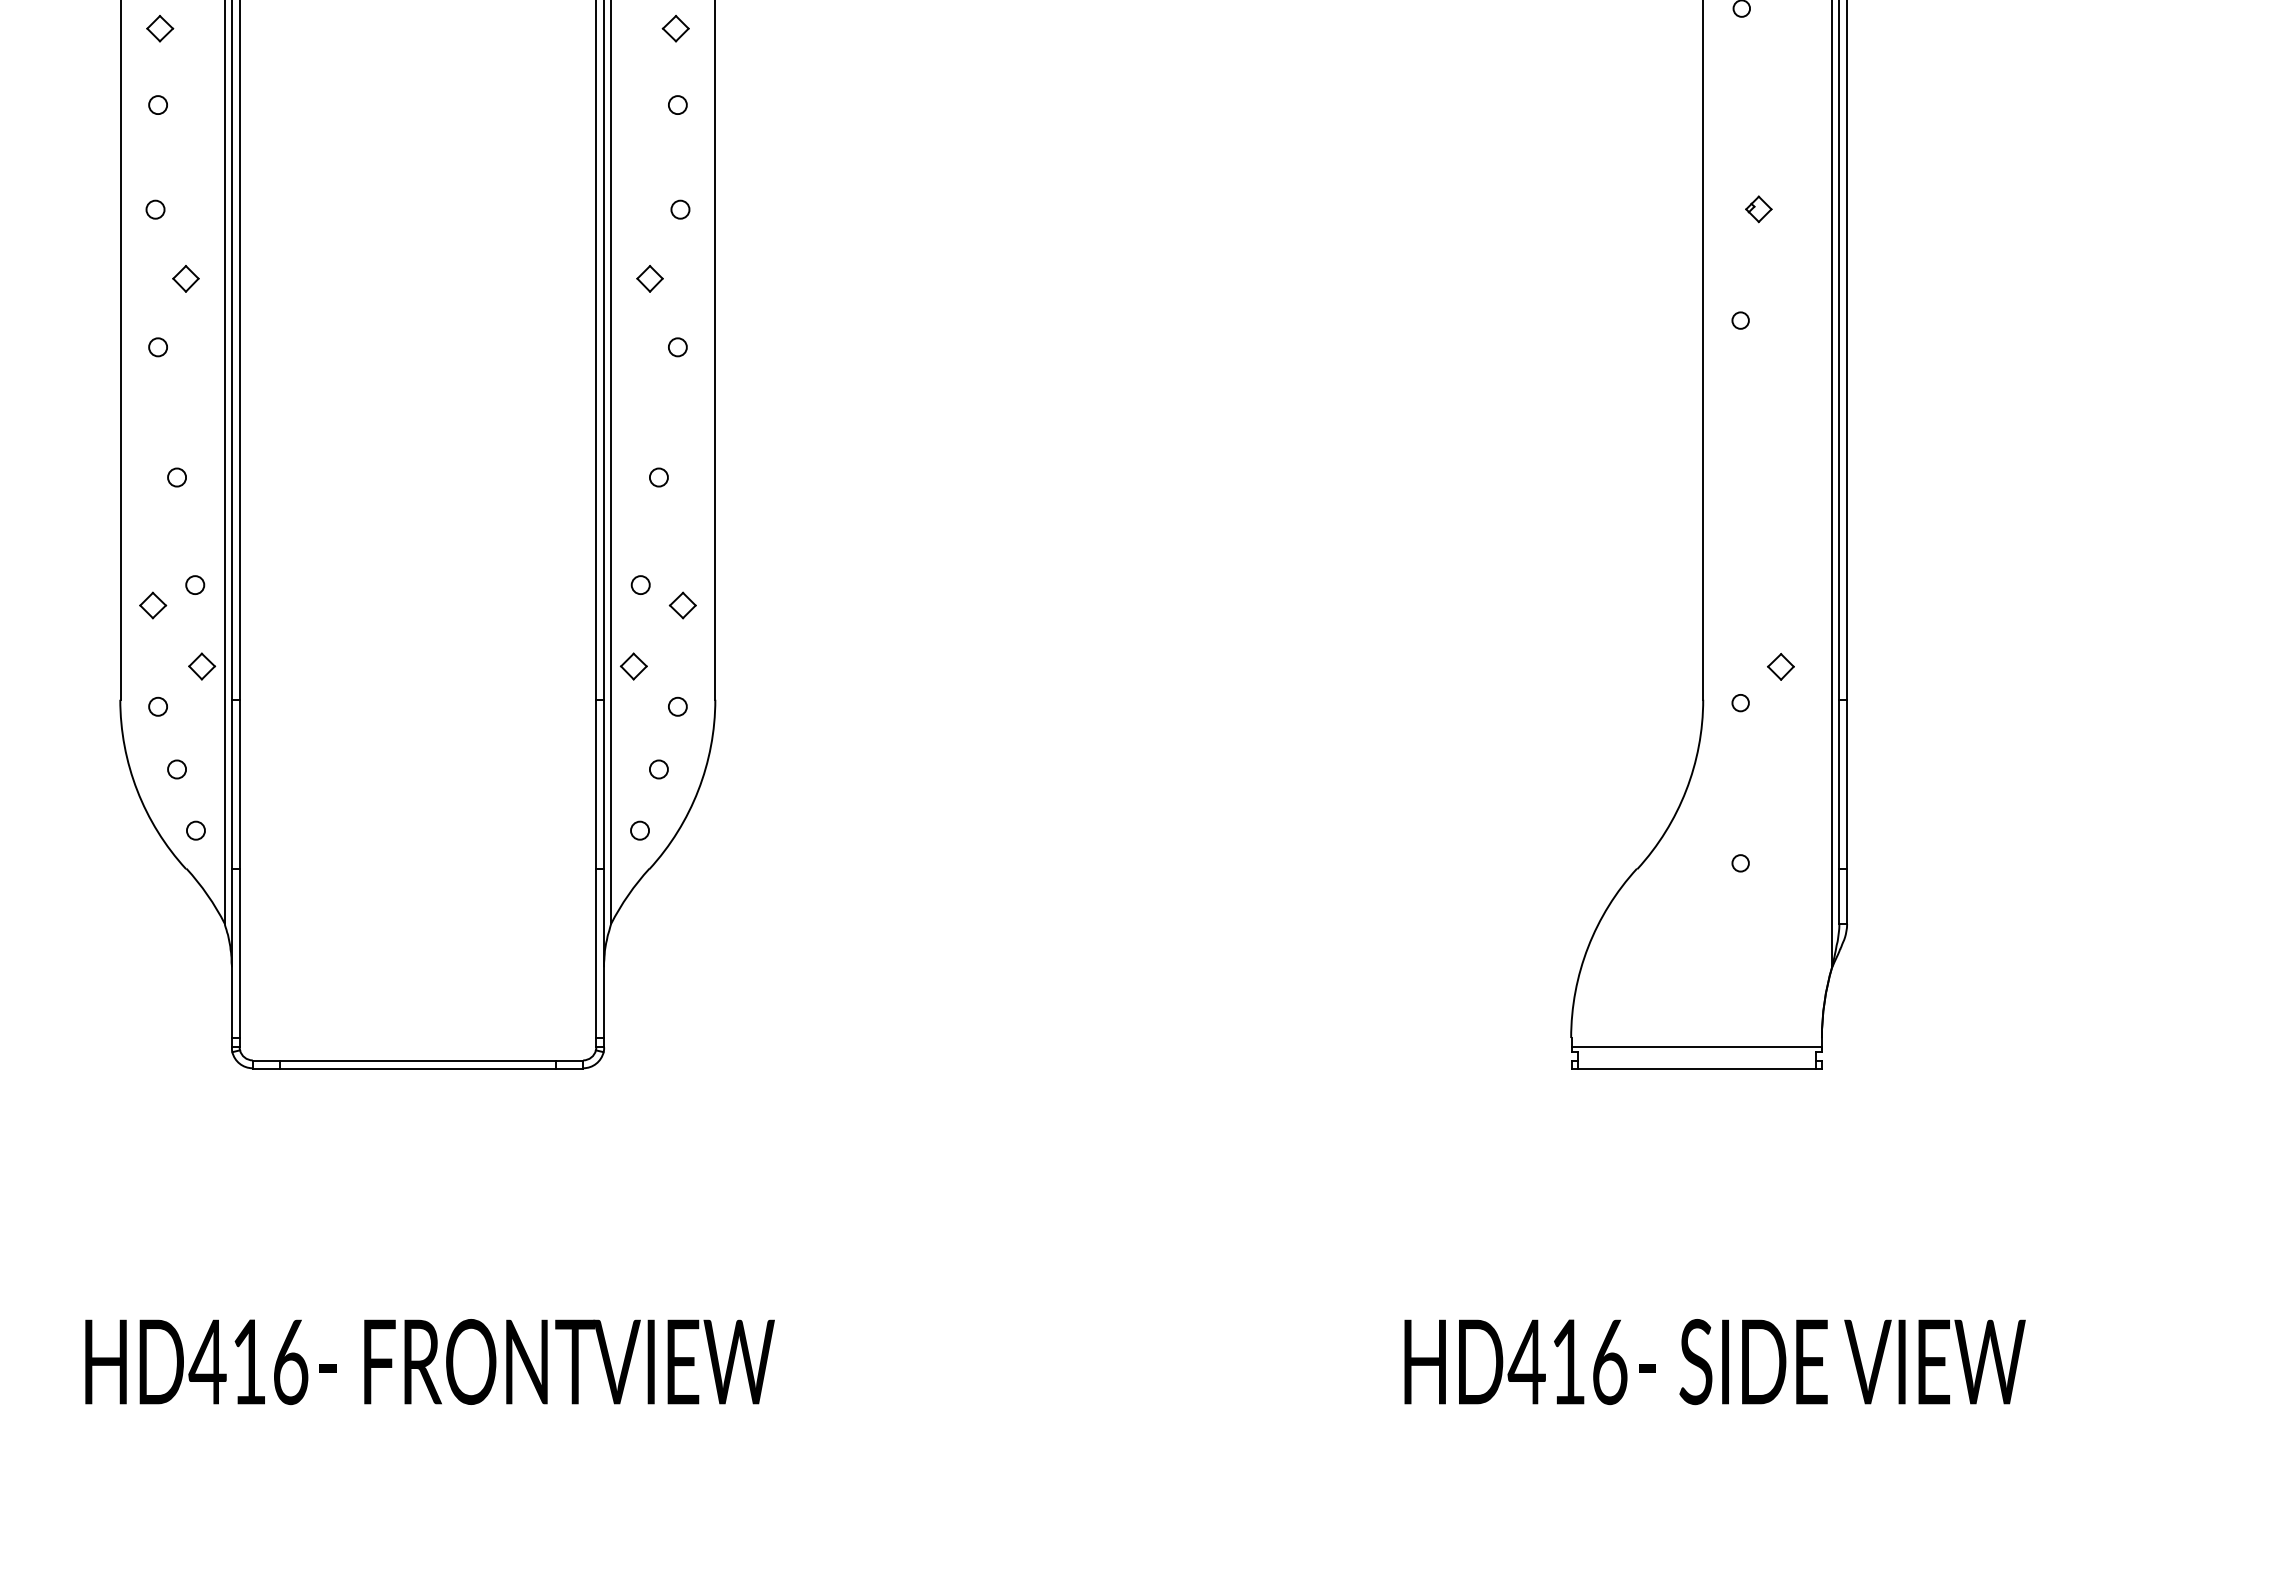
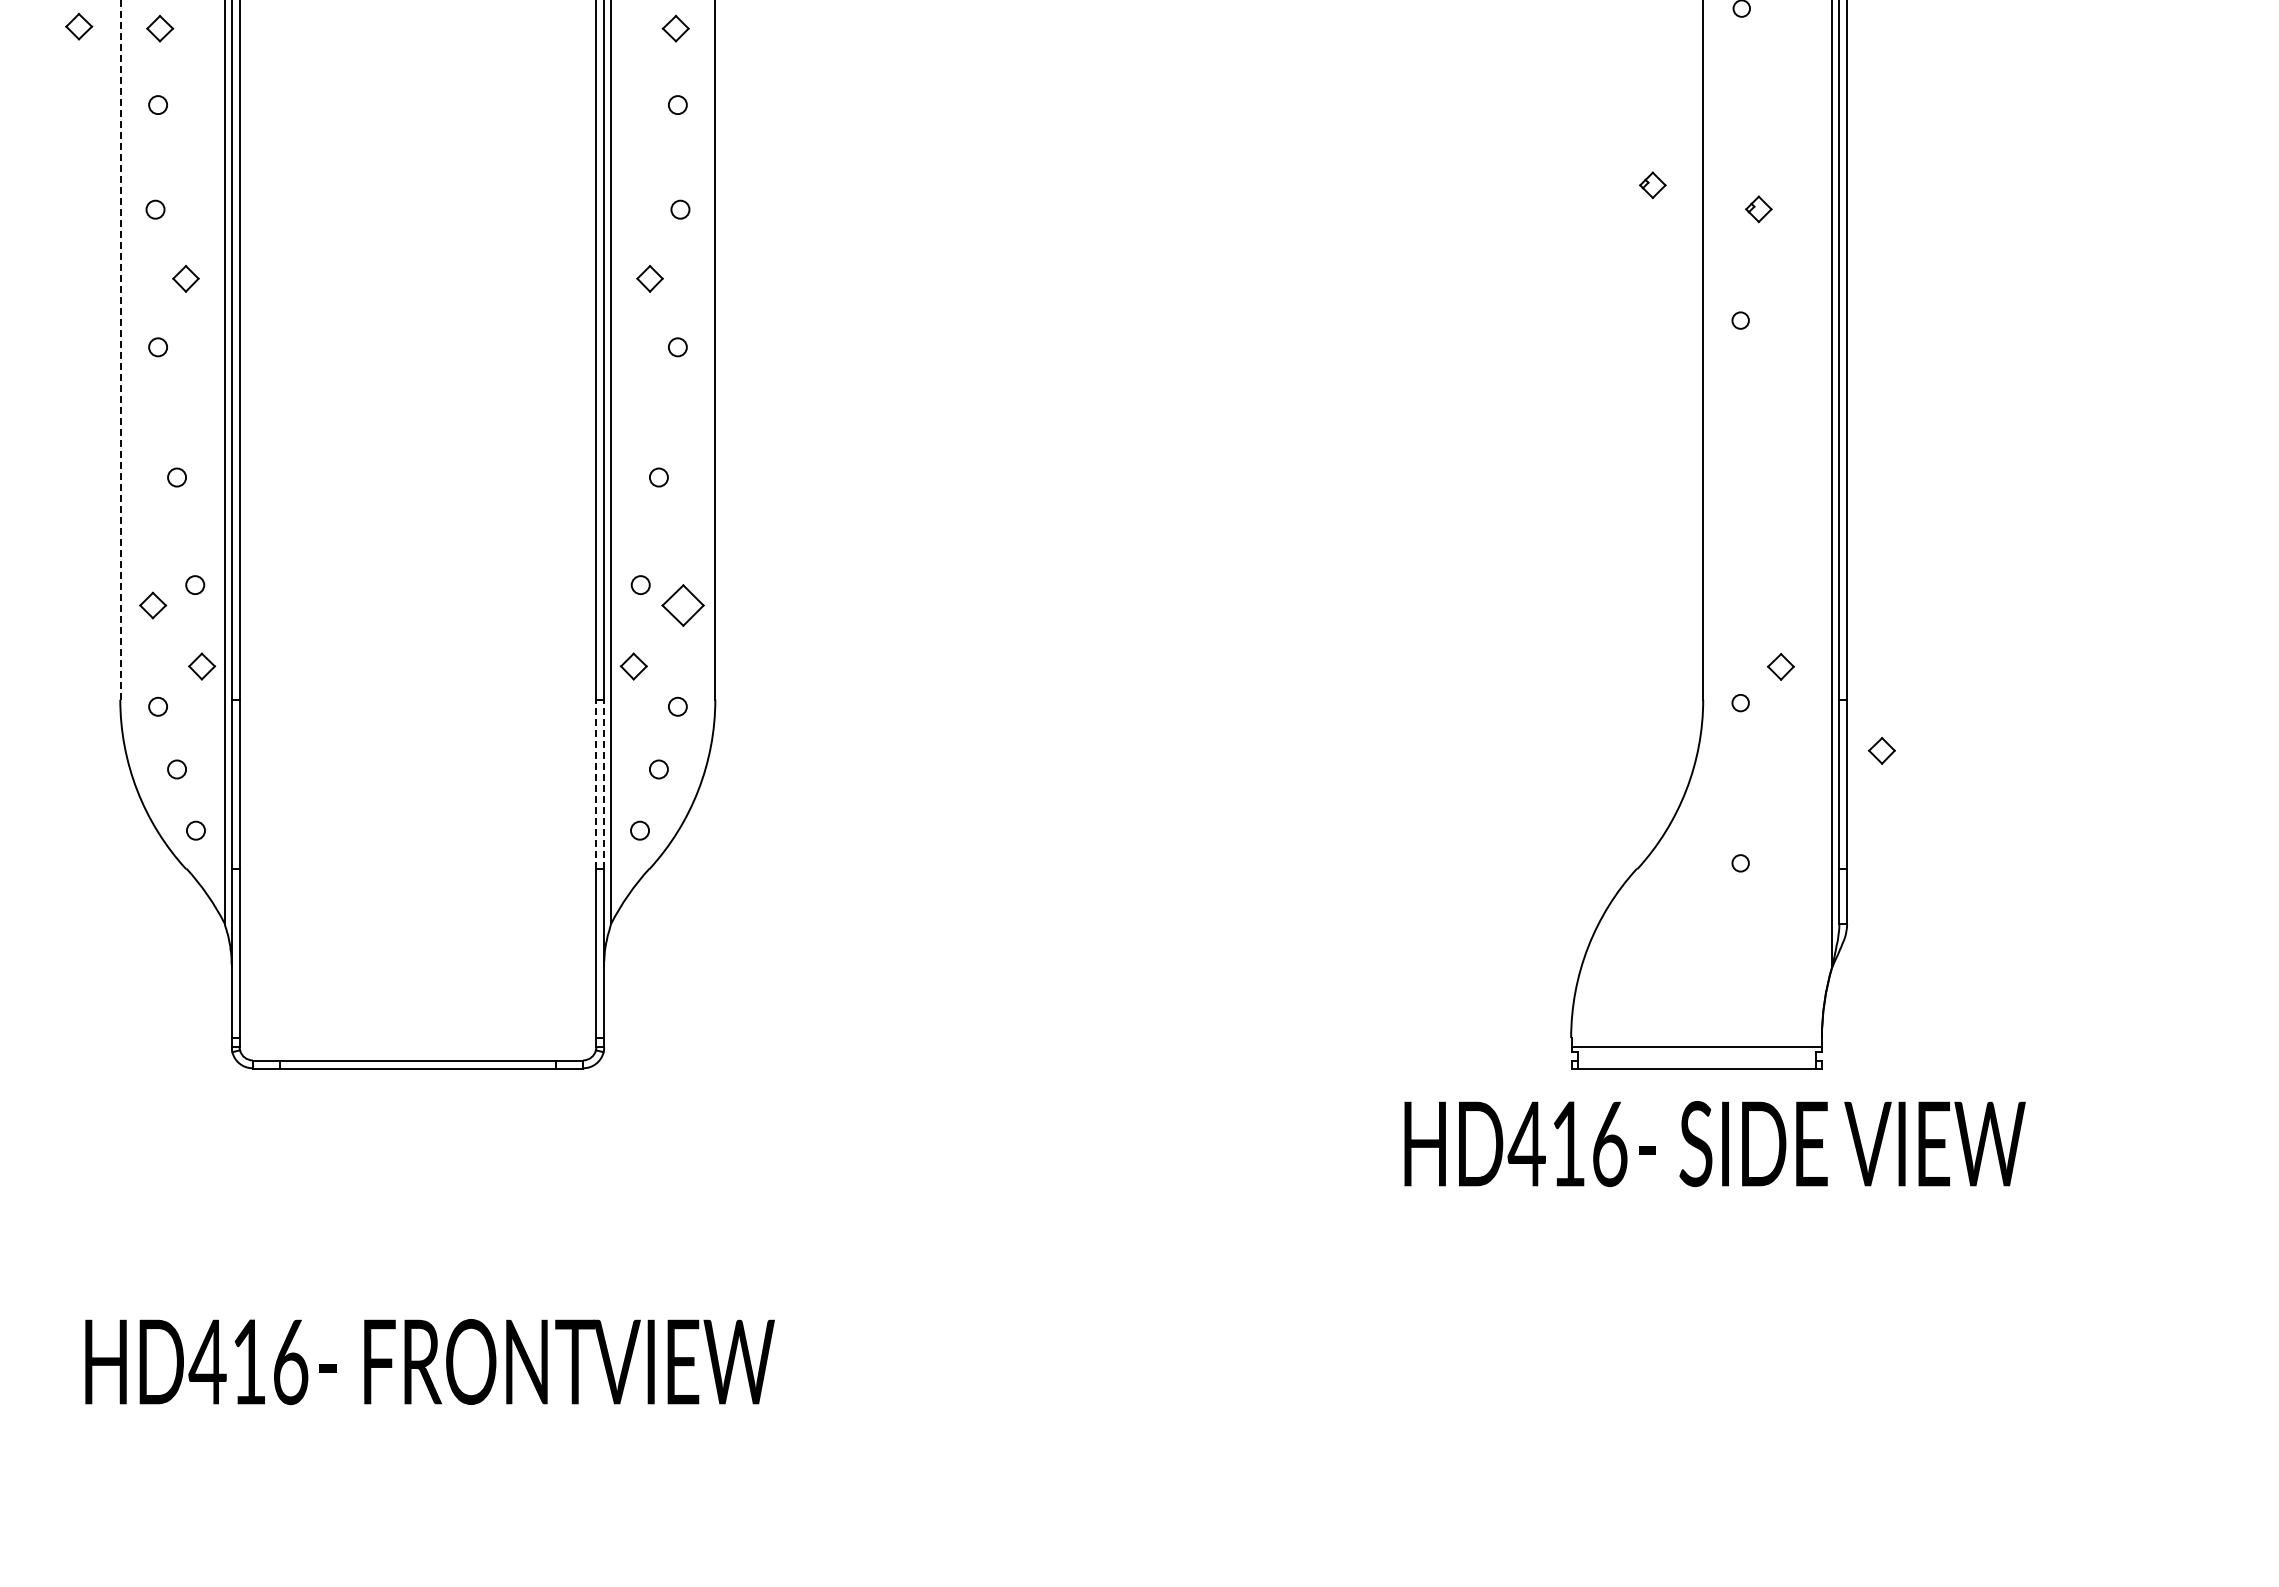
part at (79, 26): none -> present
part at (1652, 185): none -> present
line at (120, 350): solid -> dashed
part at (682, 605) size: 29x29 px -> 44x43 px
part at (1881, 750): none -> present
line at (596, 784): solid -> dashed
line at (604, 784): solid -> dashed
text at (1714, 1362) position: (1714, 1362) -> (1714, 1144)
